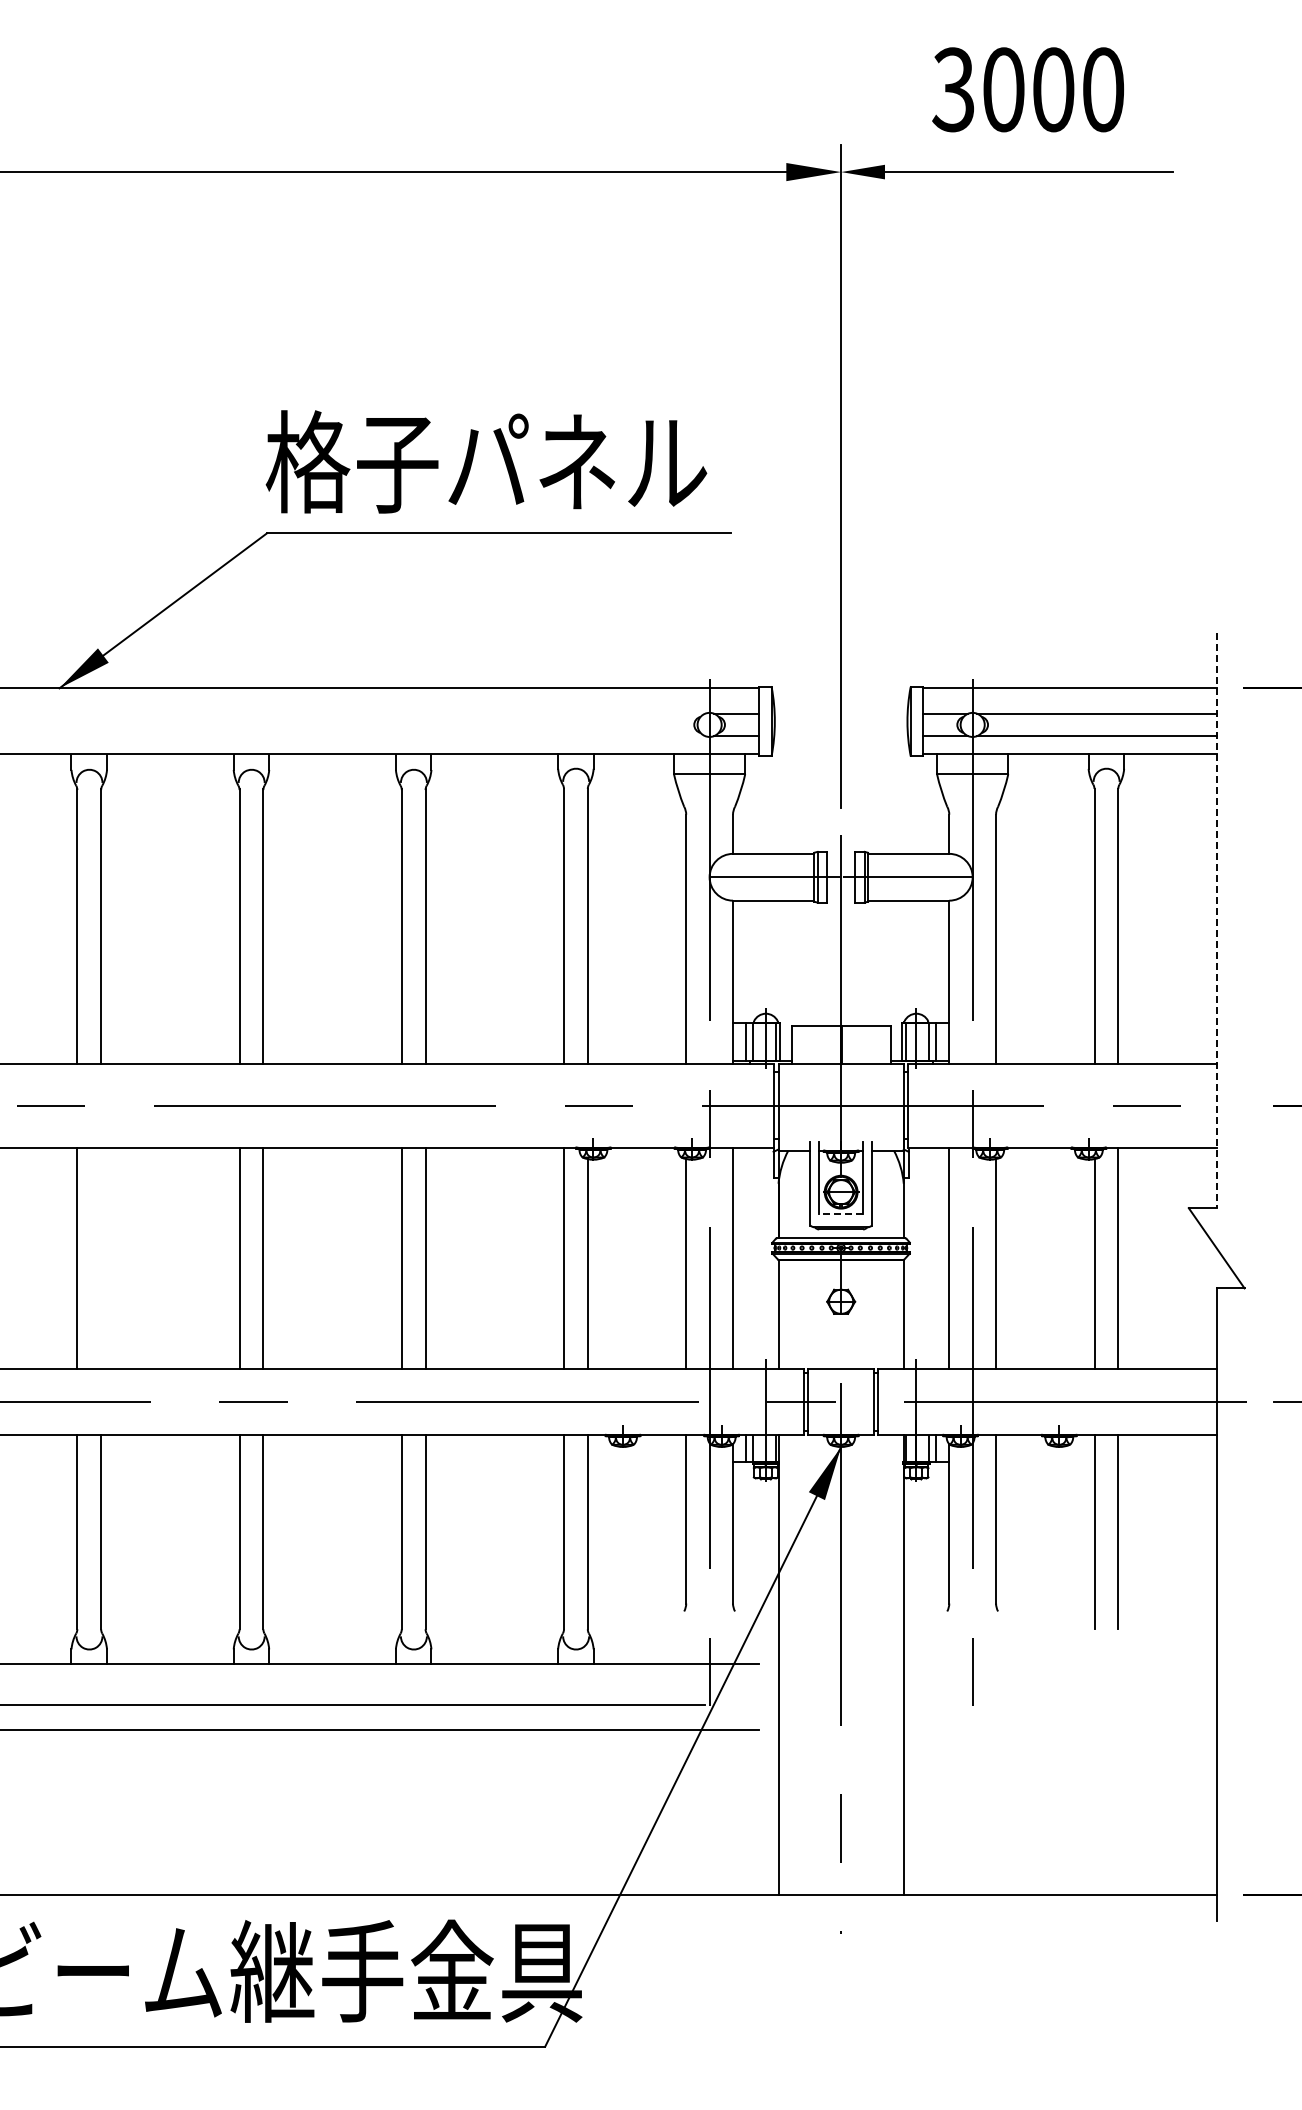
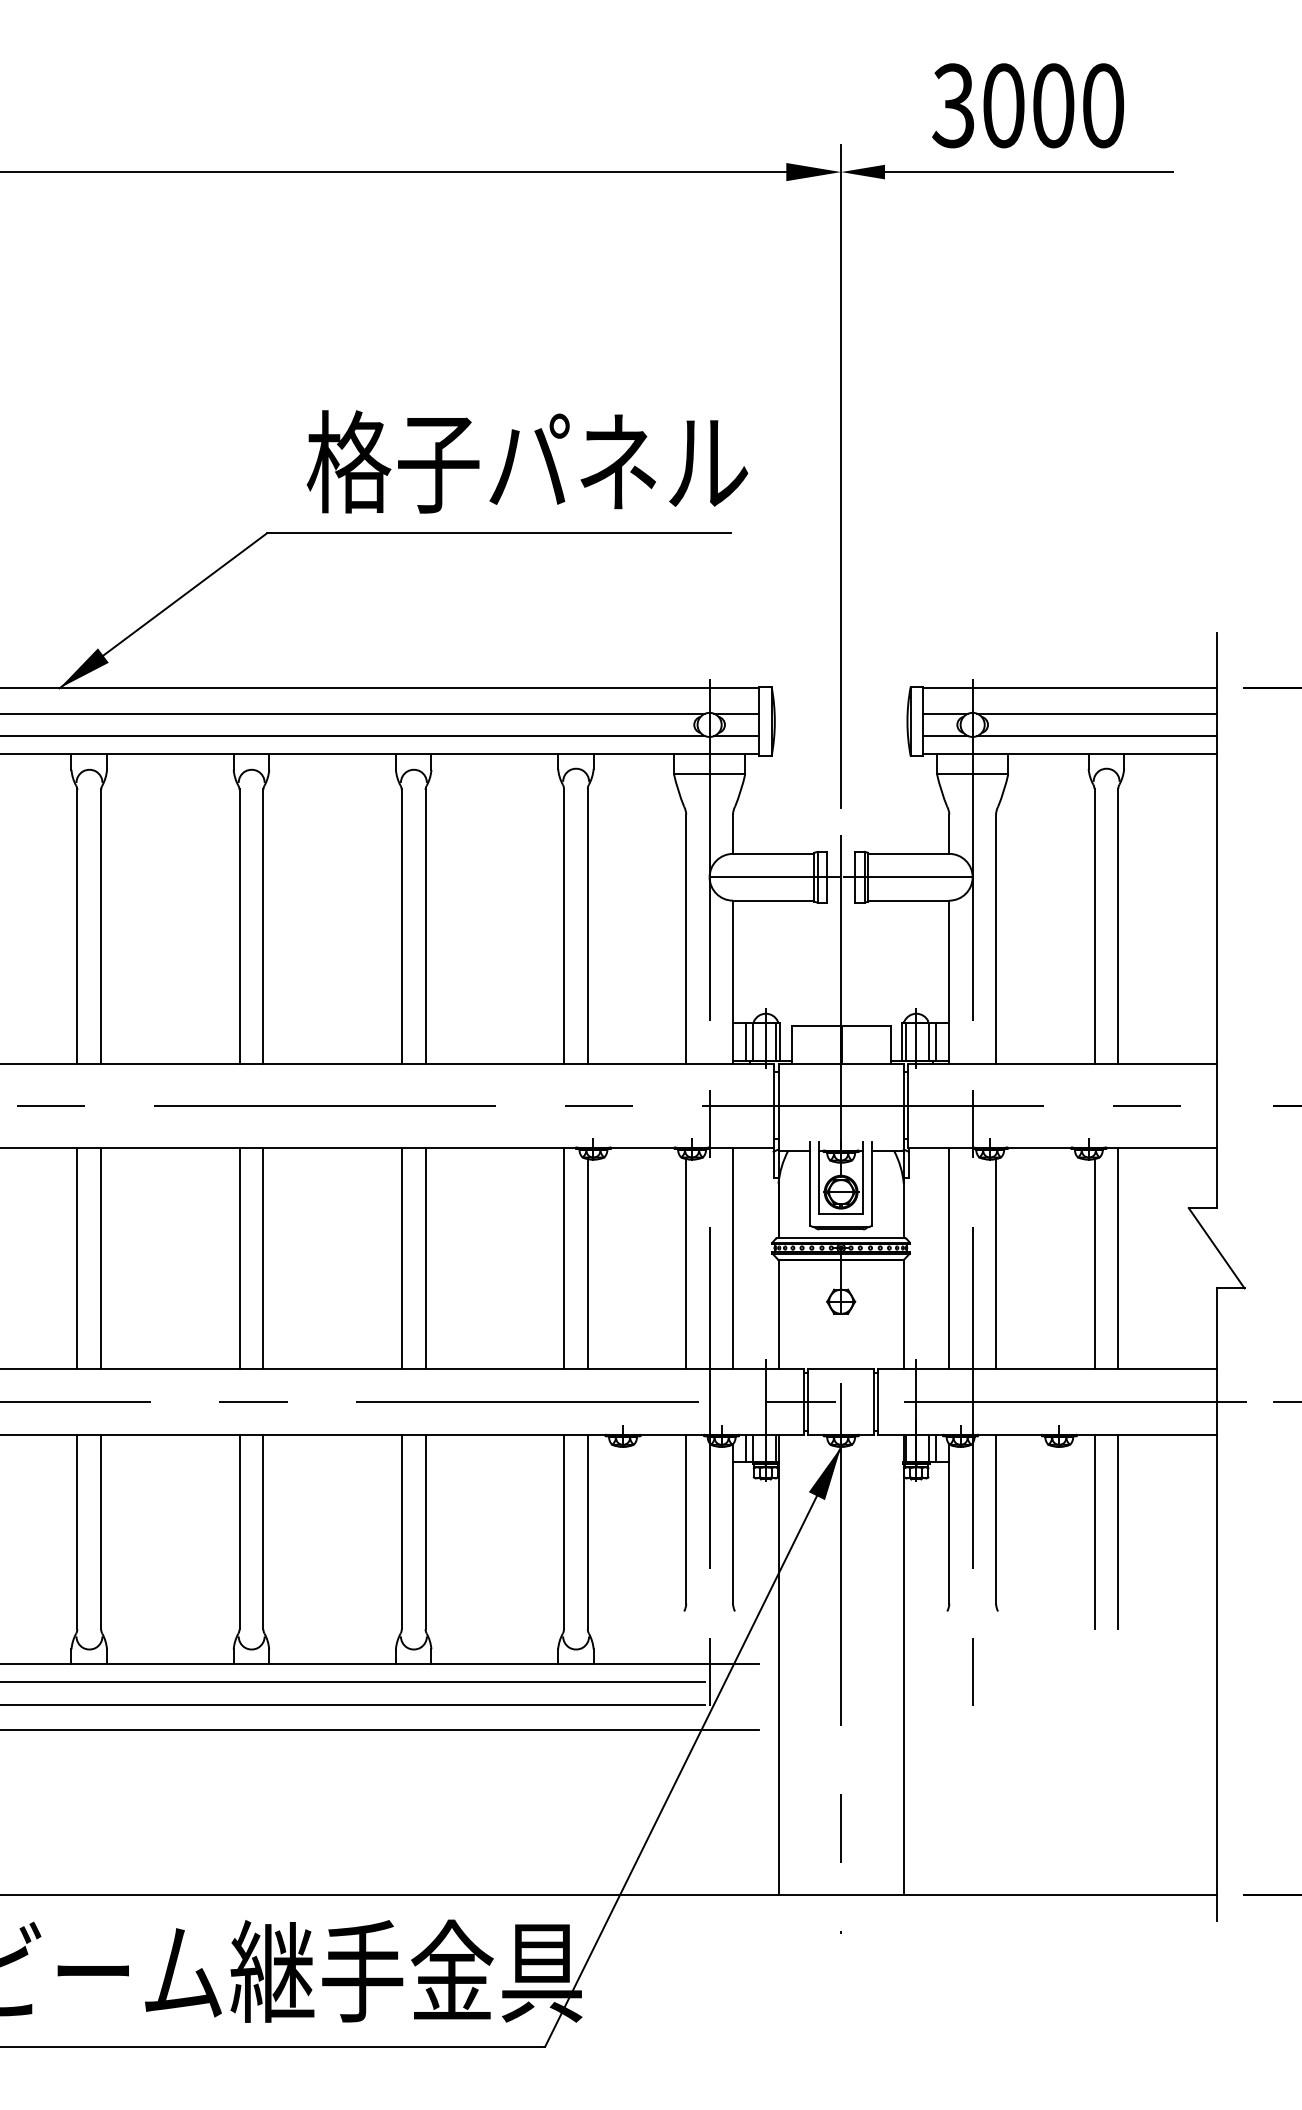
text at (1027, 89) position: (1027, 89) -> (1027, 105)
text at (486, 461) position: (486, 461) -> (527, 461)
line at (353, 713): none -> present
line at (353, 736): none -> present
line at (1216, 920): dashed -> solid
line at (841, 1213): dashed -> solid
line at (101, 1257): none -> present
line at (353, 1682): none -> present
